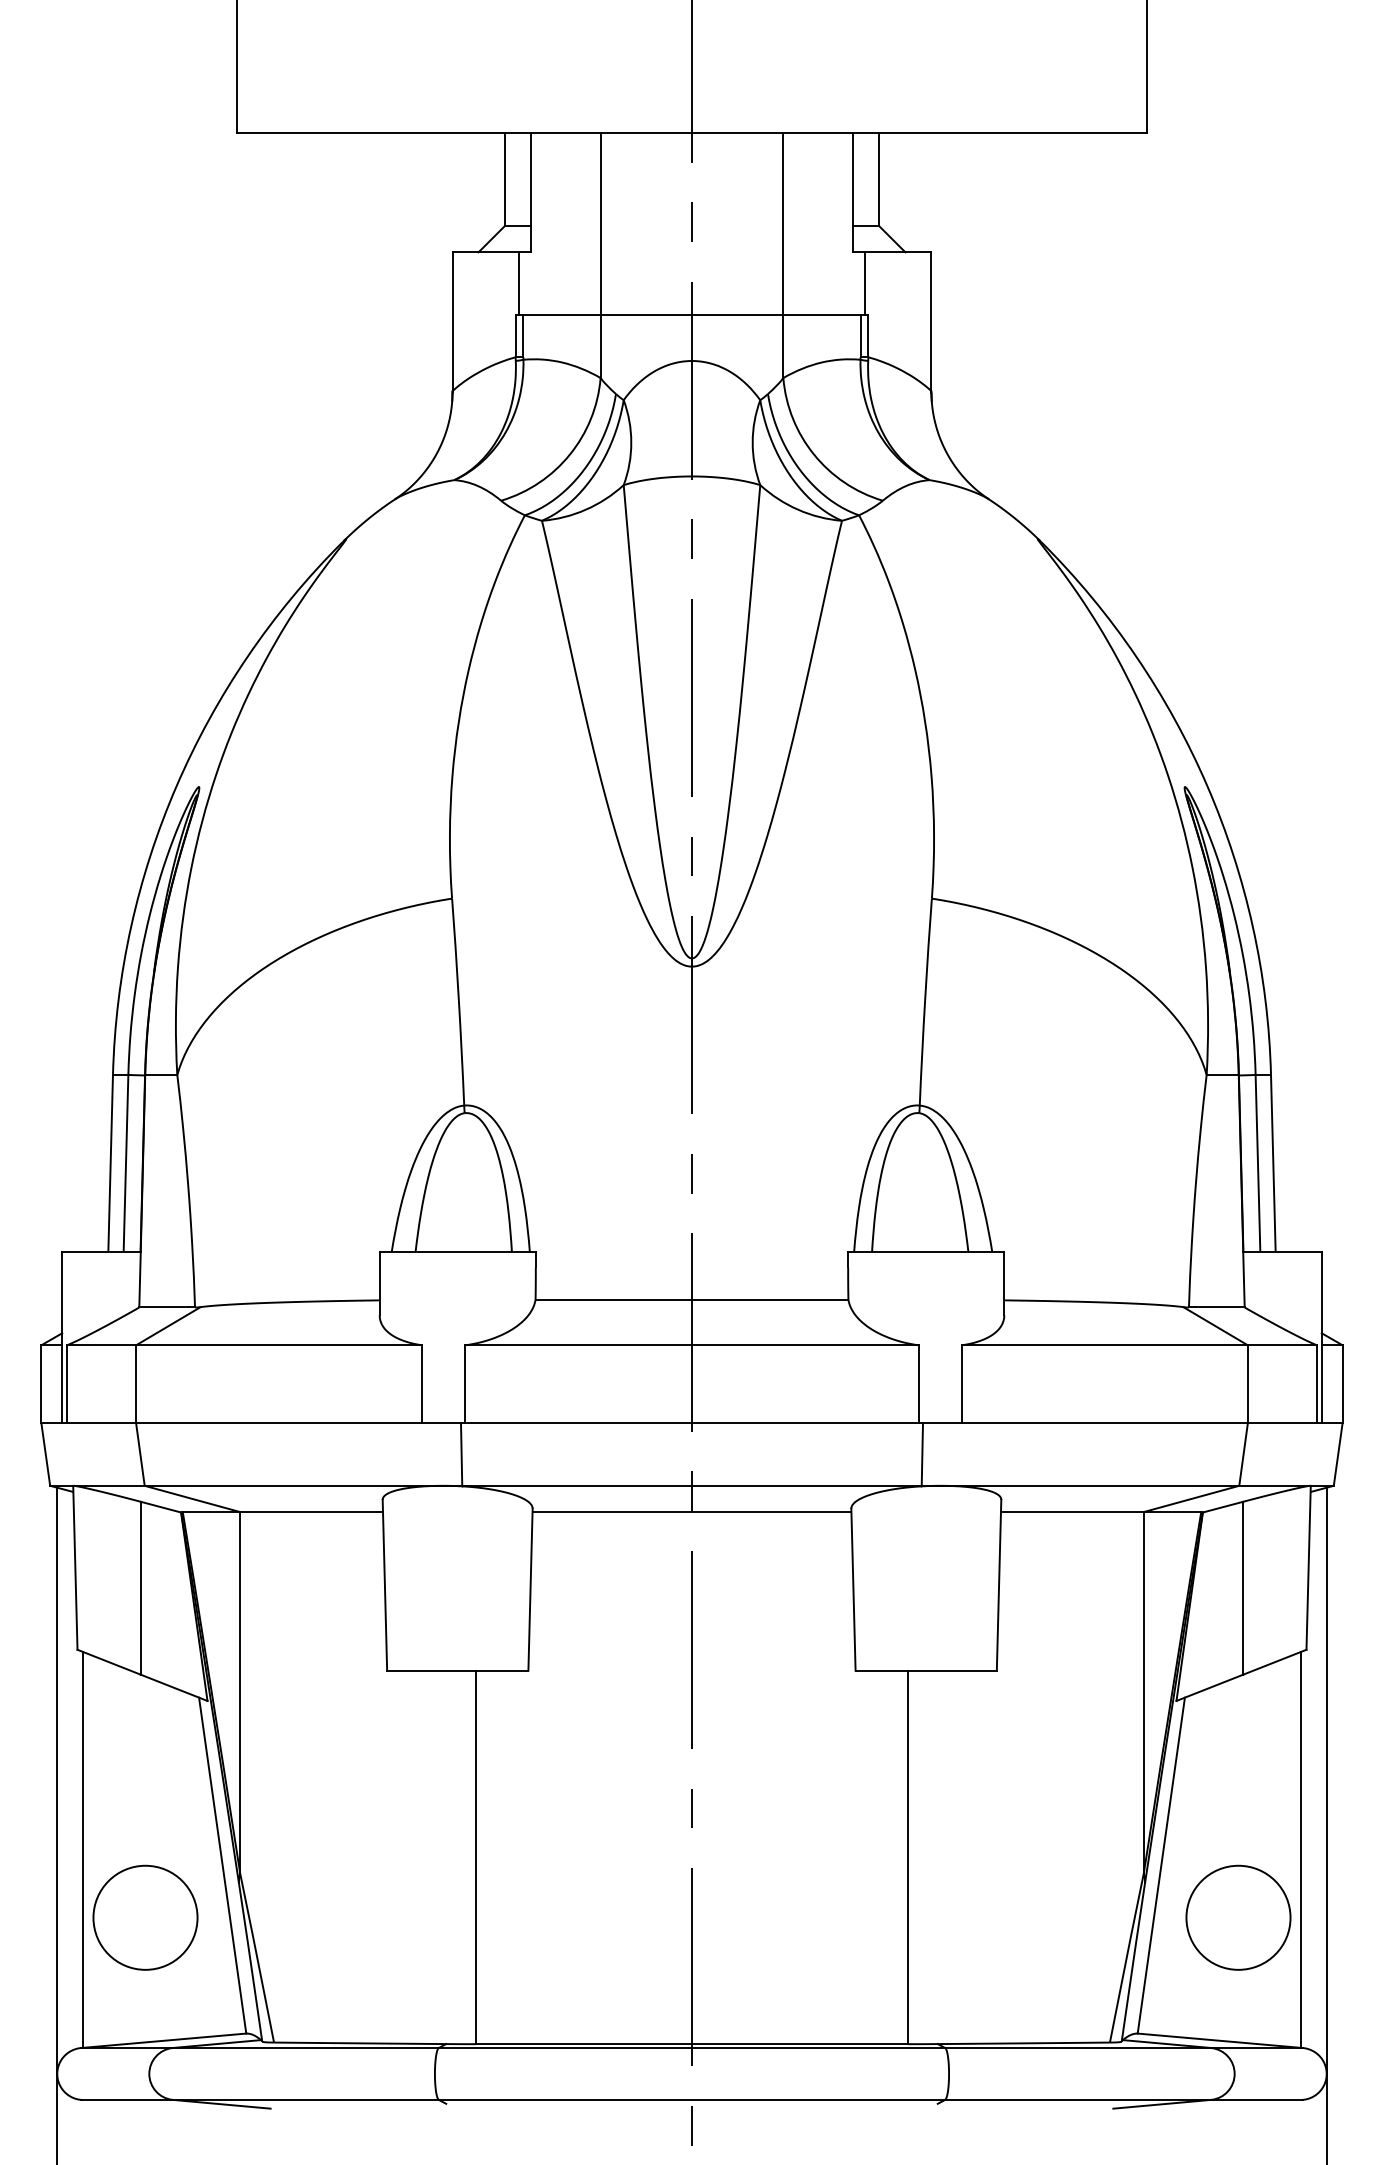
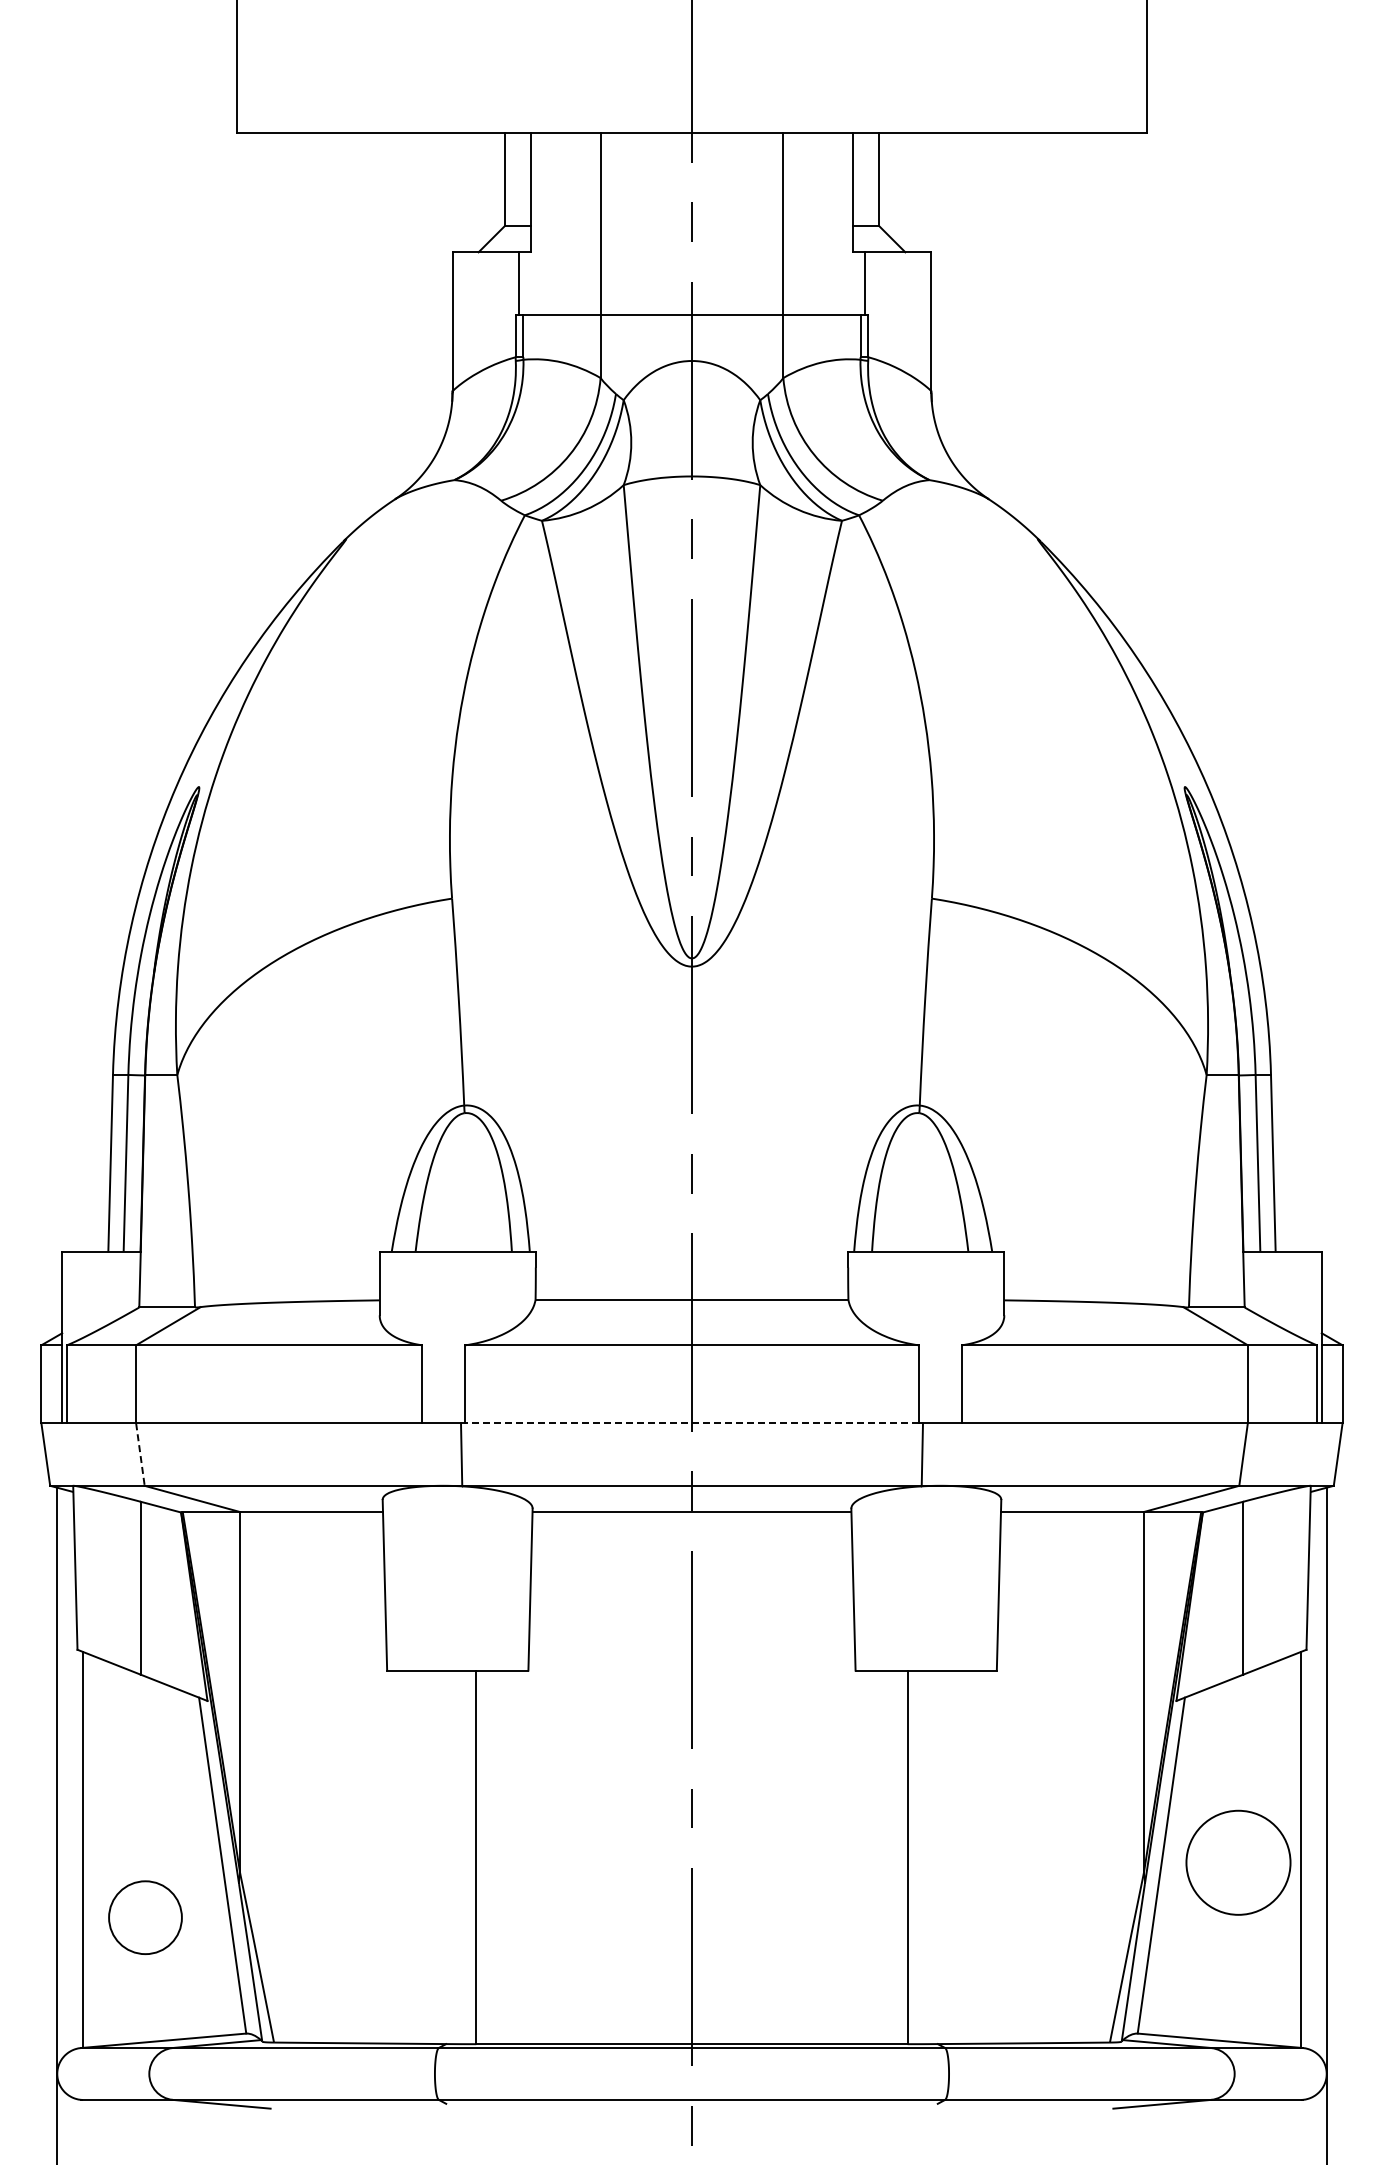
line at (692, 1423): solid -> dashed
line at (140, 1454): solid -> dashed
circle at (145, 1917) size: 107x107 px -> 75x75 px
circle at (1238, 1917) position: (1238, 1917) -> (1238, 1862)
